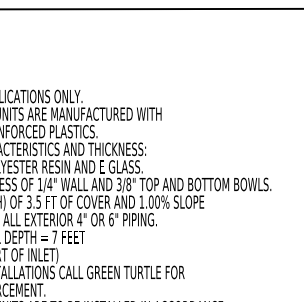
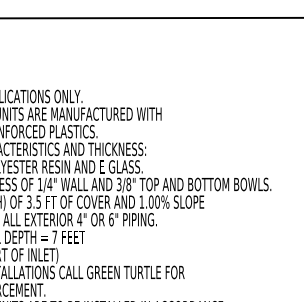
line at (151, 8) position: (151, 8) -> (151, 17)
